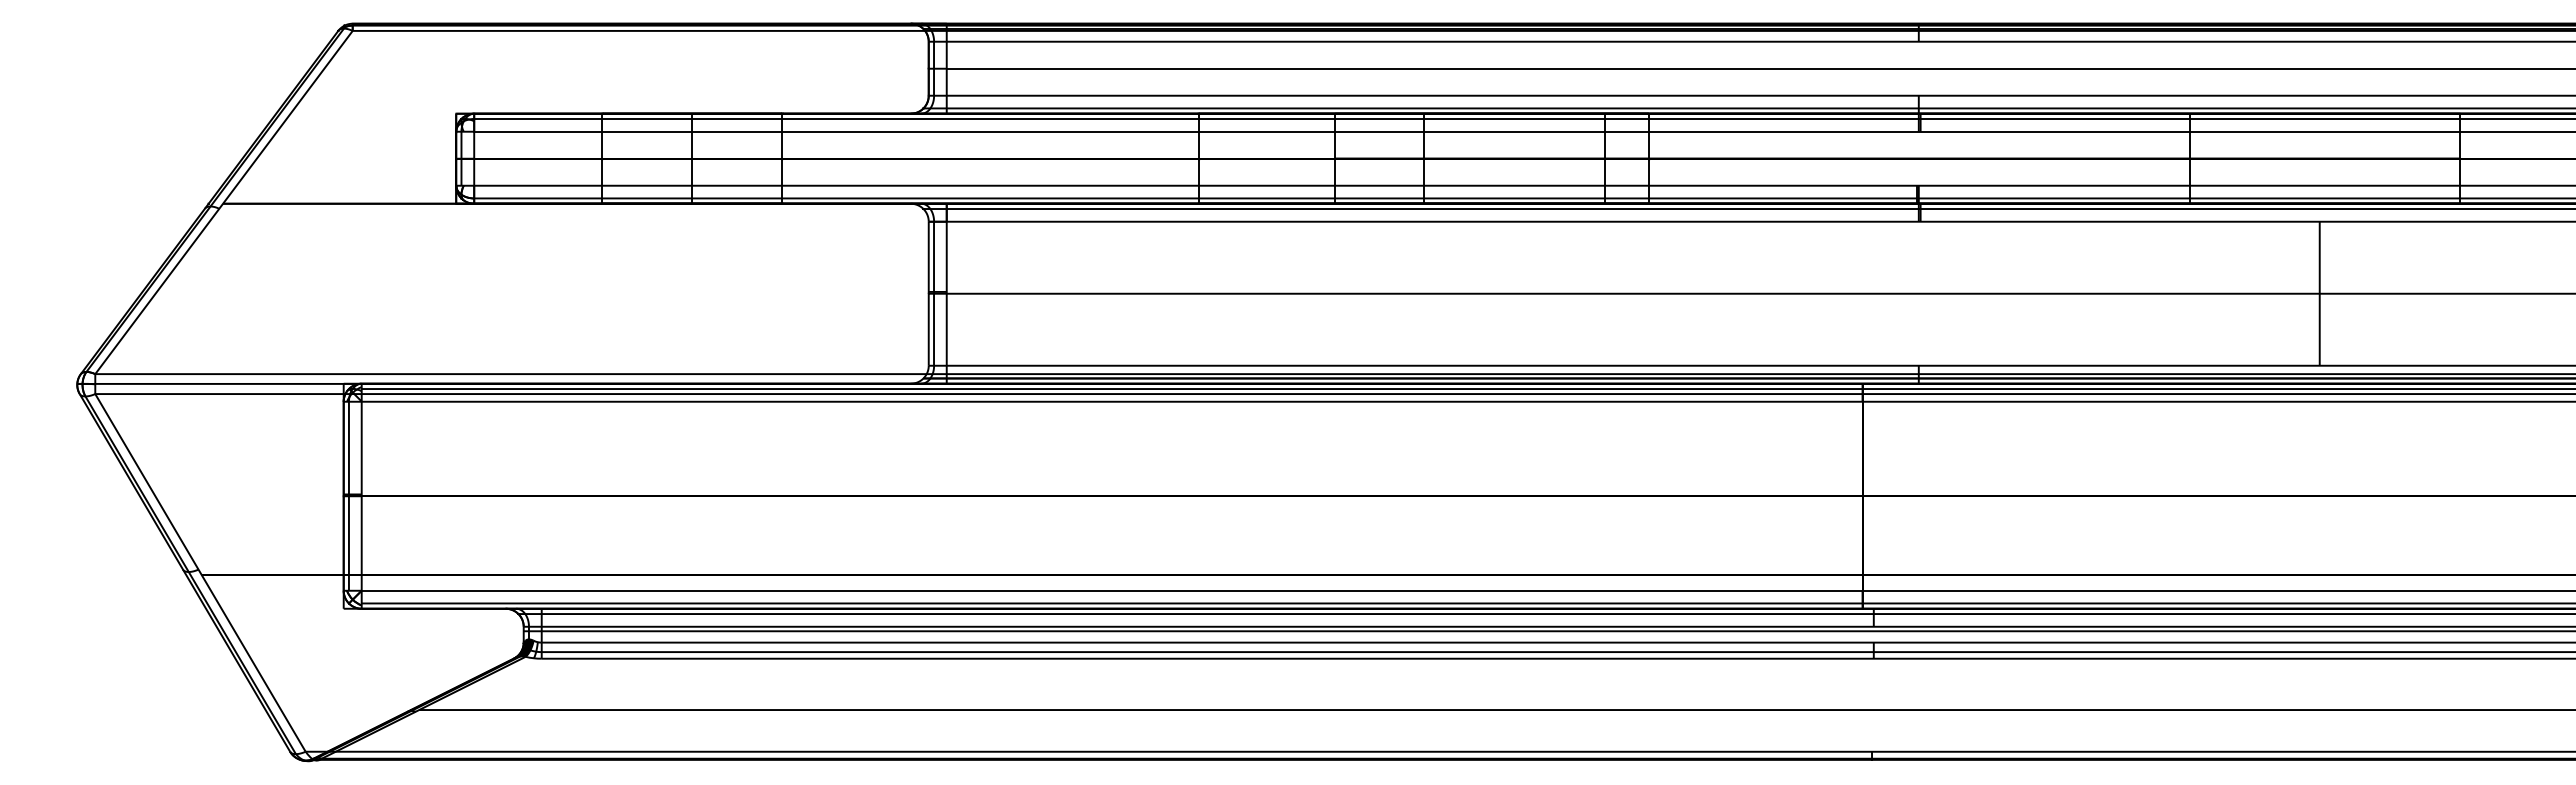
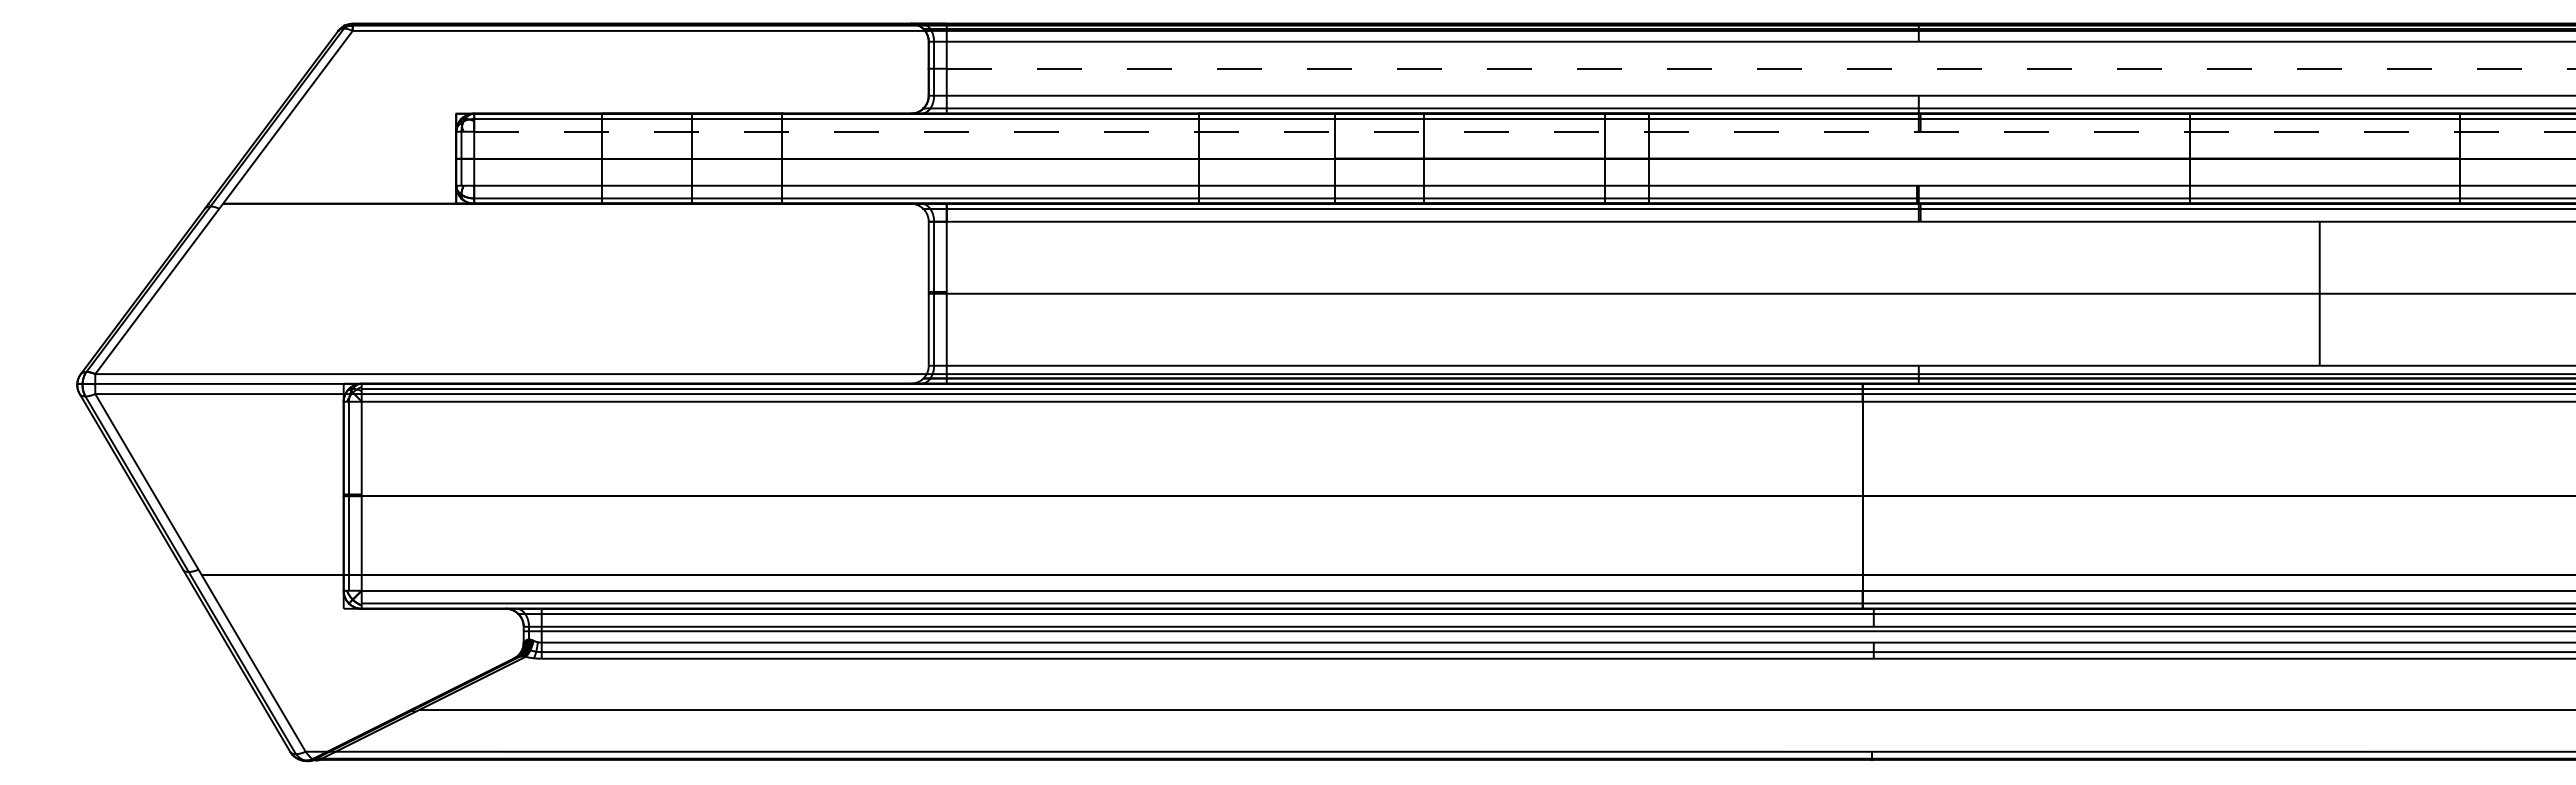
line at (1761, 68): solid -> dashed
line at (1524, 131): solid -> dashed
